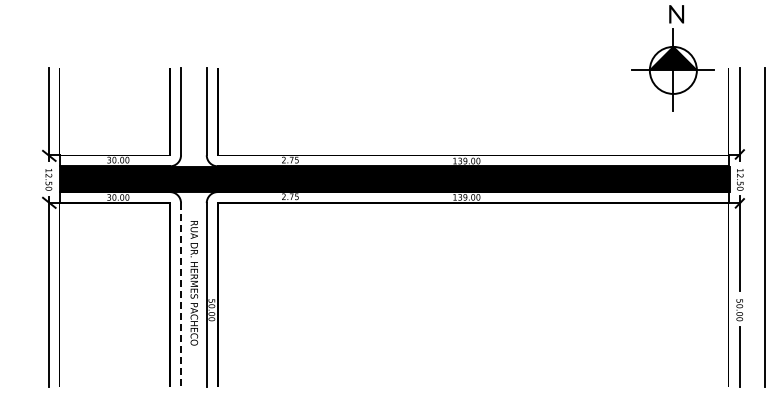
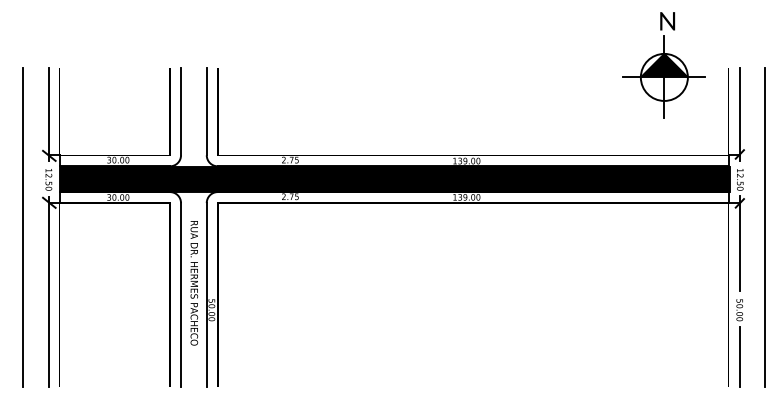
part at (672, 58) position: (672, 58) -> (663, 65)
line at (23, 226): none -> present
line at (181, 294): dashed -> solid
